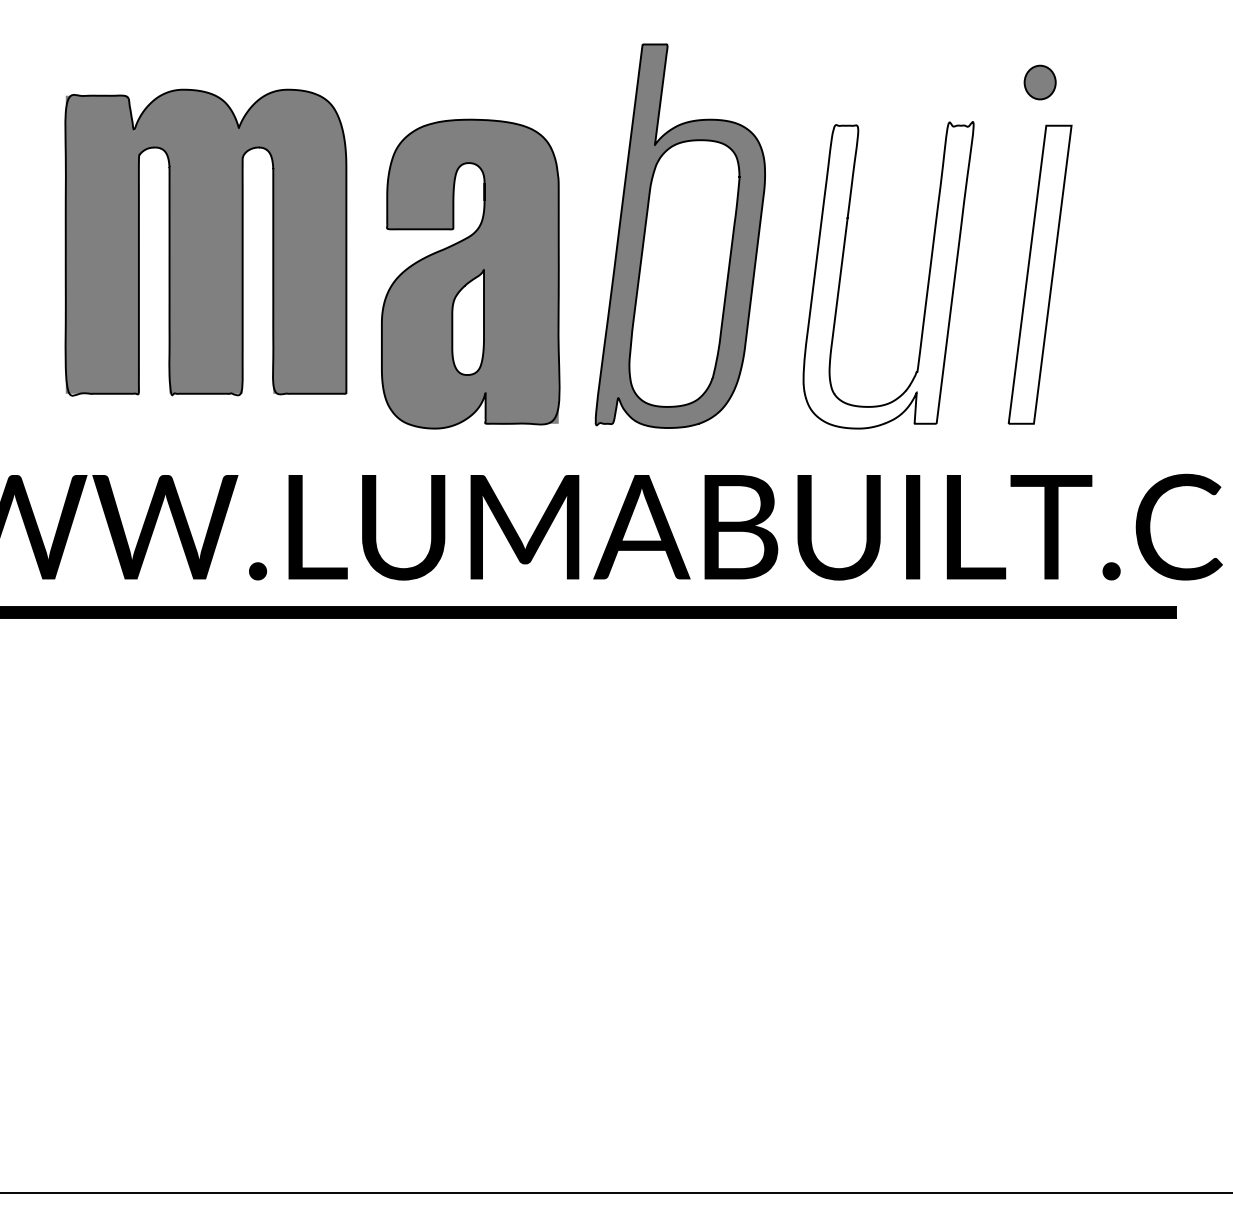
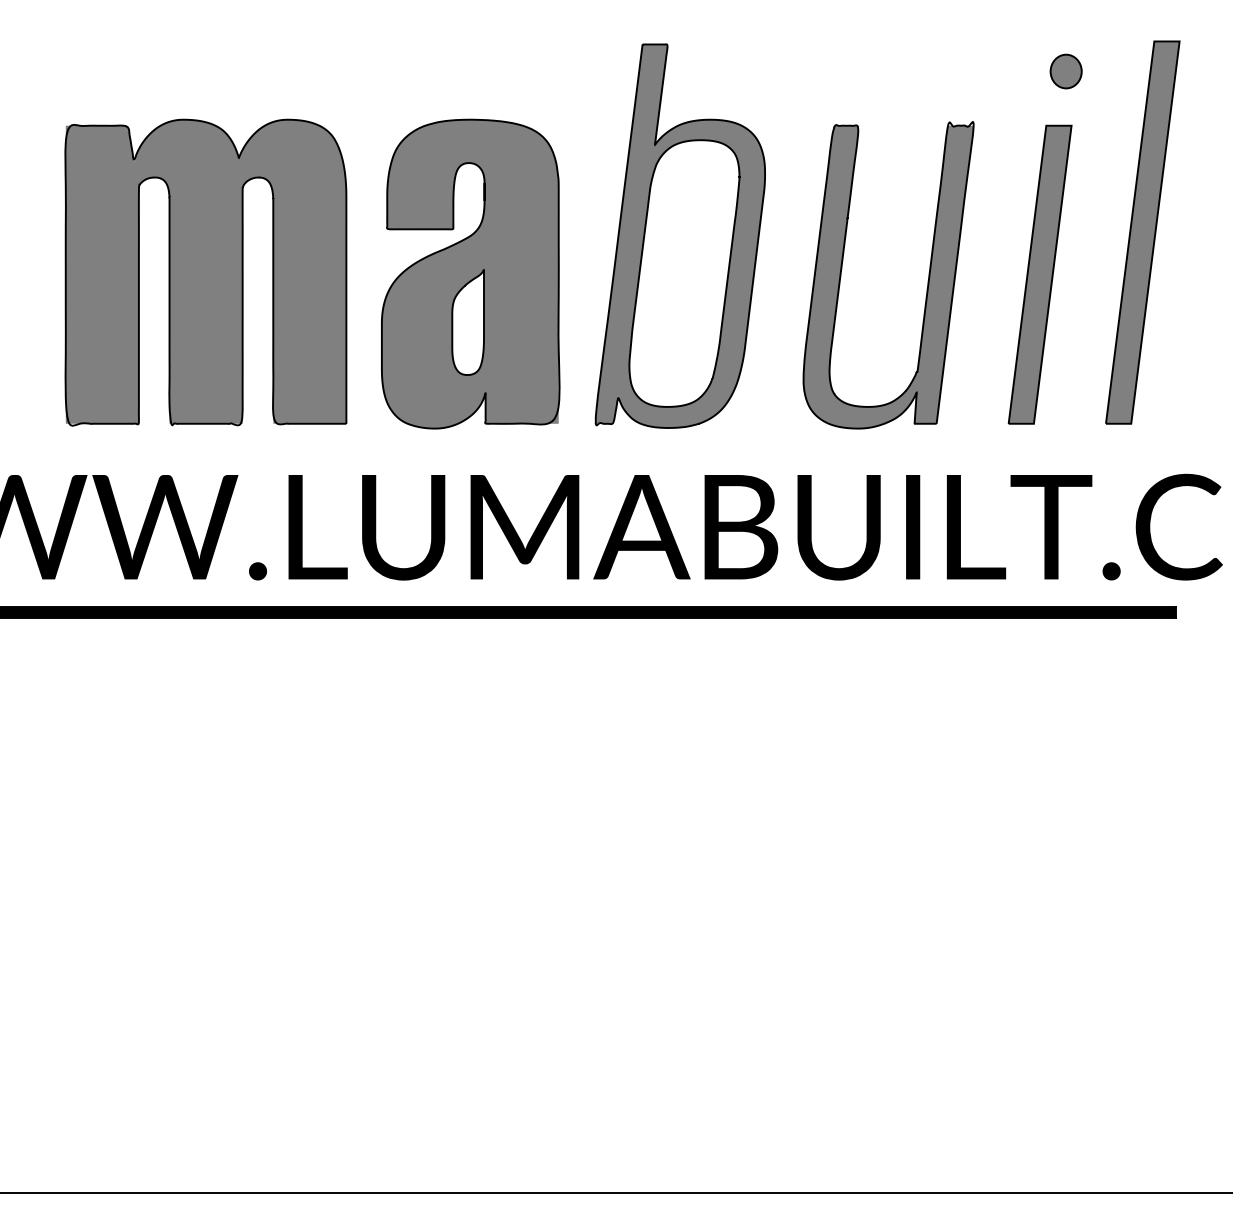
part at (1039, 82) position: (1039, 82) -> (1065, 71)
part at (1142, 232): none -> present
part at (205, 242) position: (205, 242) -> (205, 272)
fill at (1039, 274): none -> present
fill at (888, 276): none -> present
